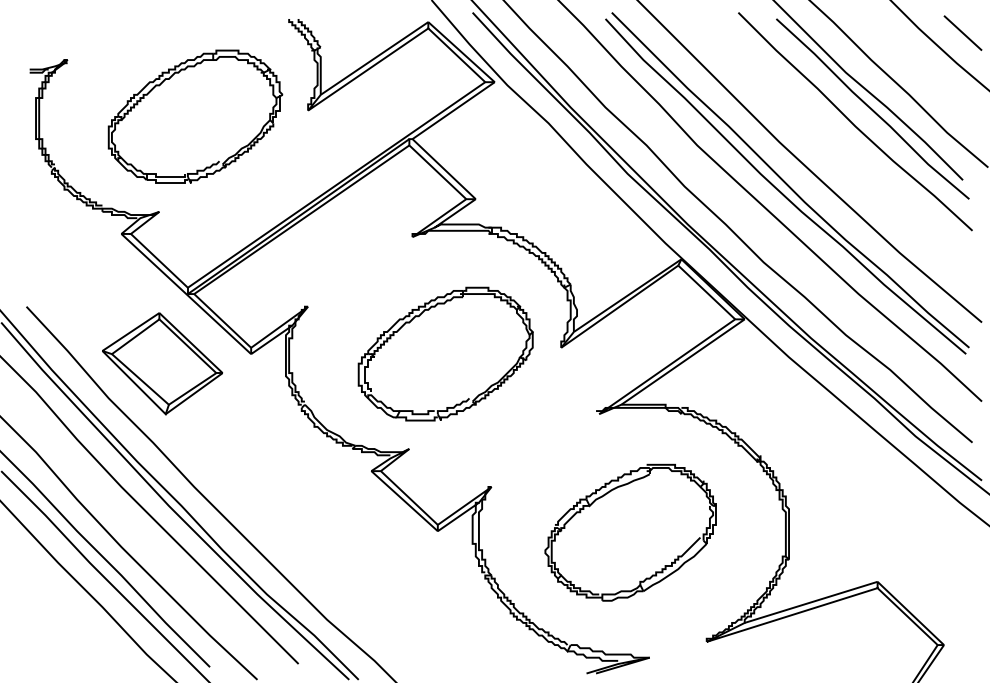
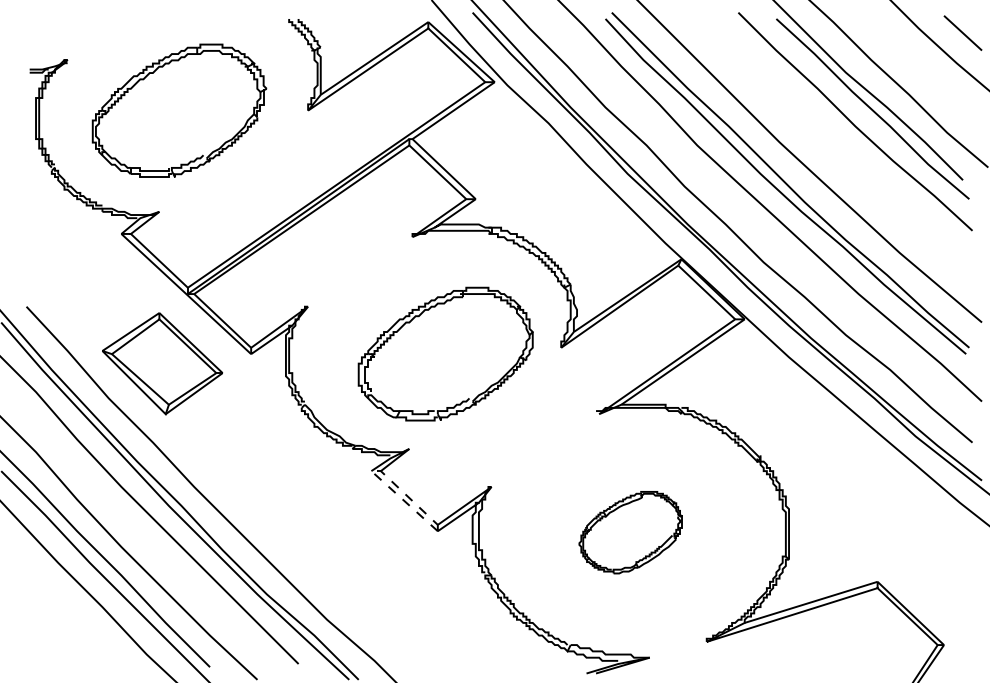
part at (195, 116) position: (195, 116) -> (179, 110)
line at (371, 471): solid -> dashed
part at (630, 532) size: 173x139 px -> 105x84 px
